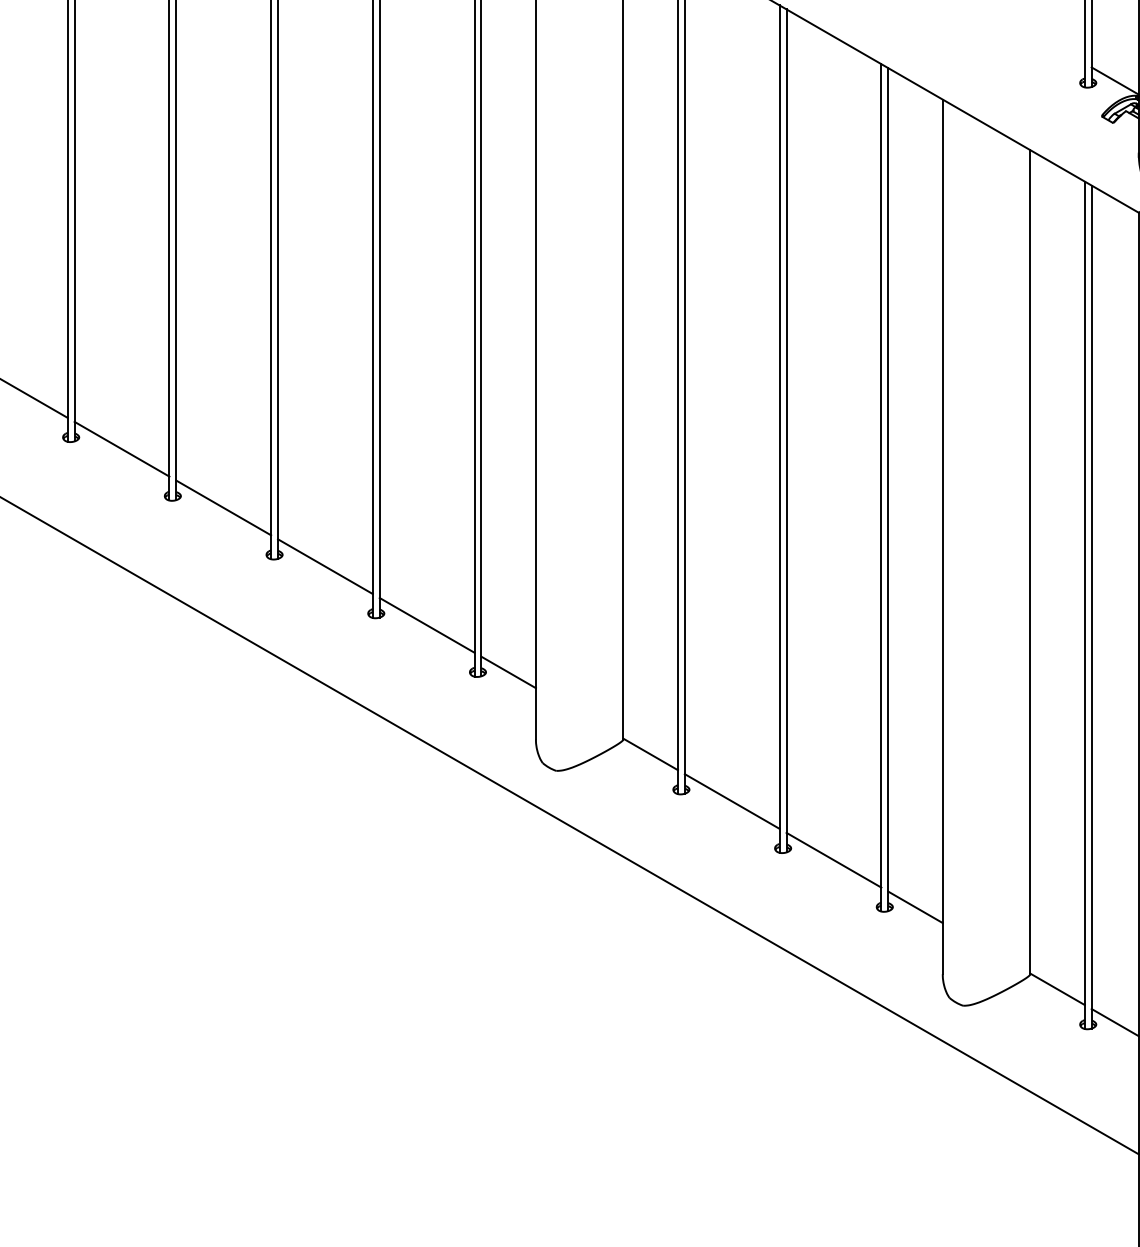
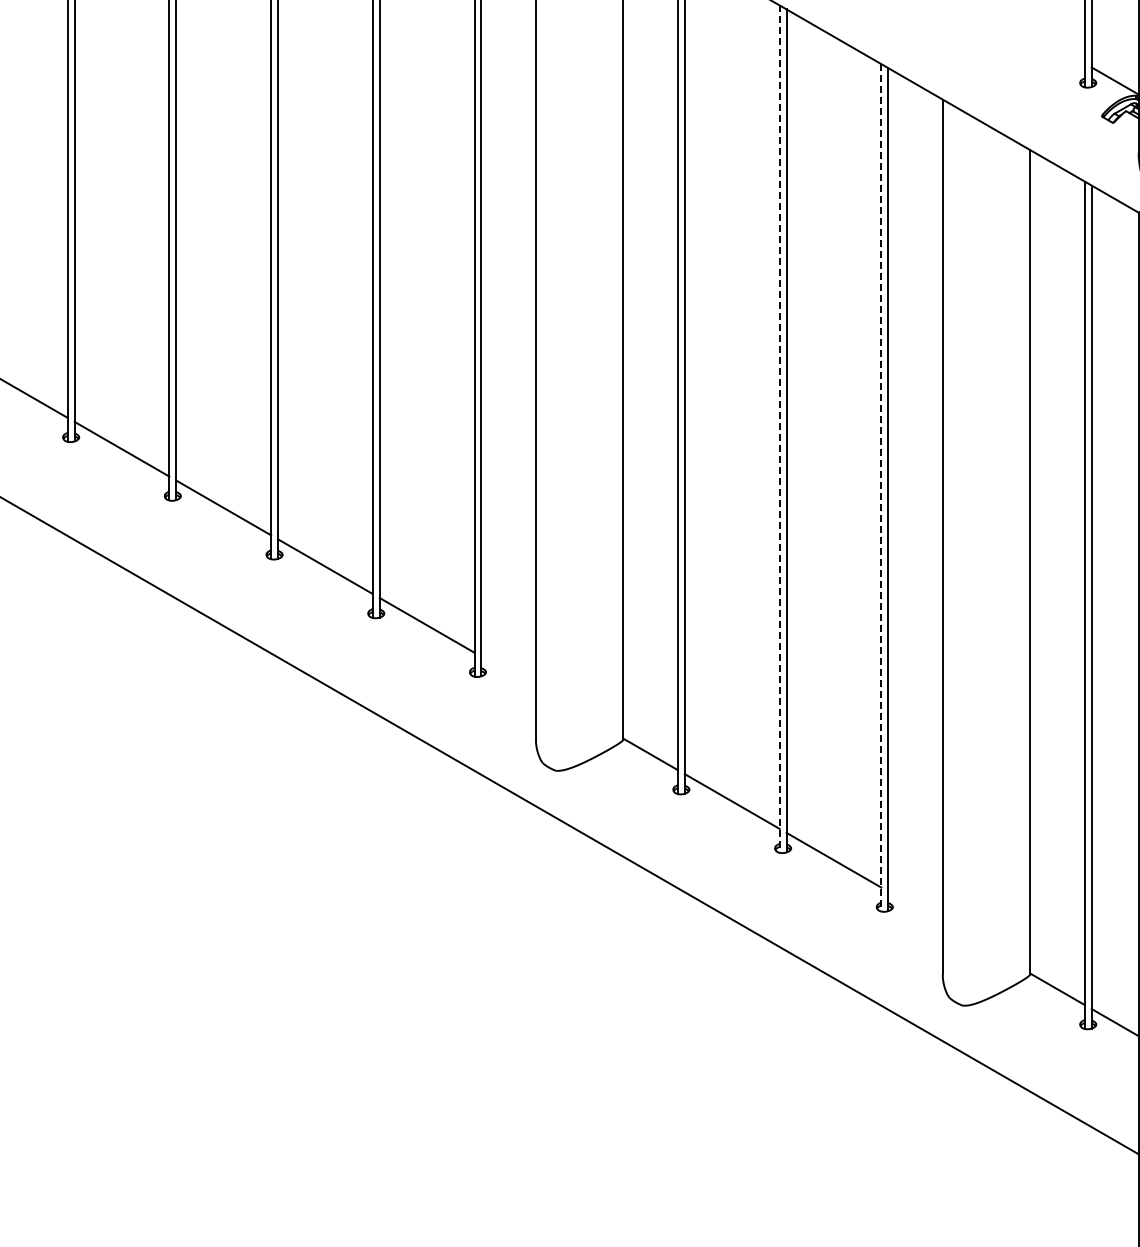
line at (779, 429): solid -> dashed
line at (881, 487): solid -> dashed
line at (508, 672): present -> none
line at (915, 907): present -> none
